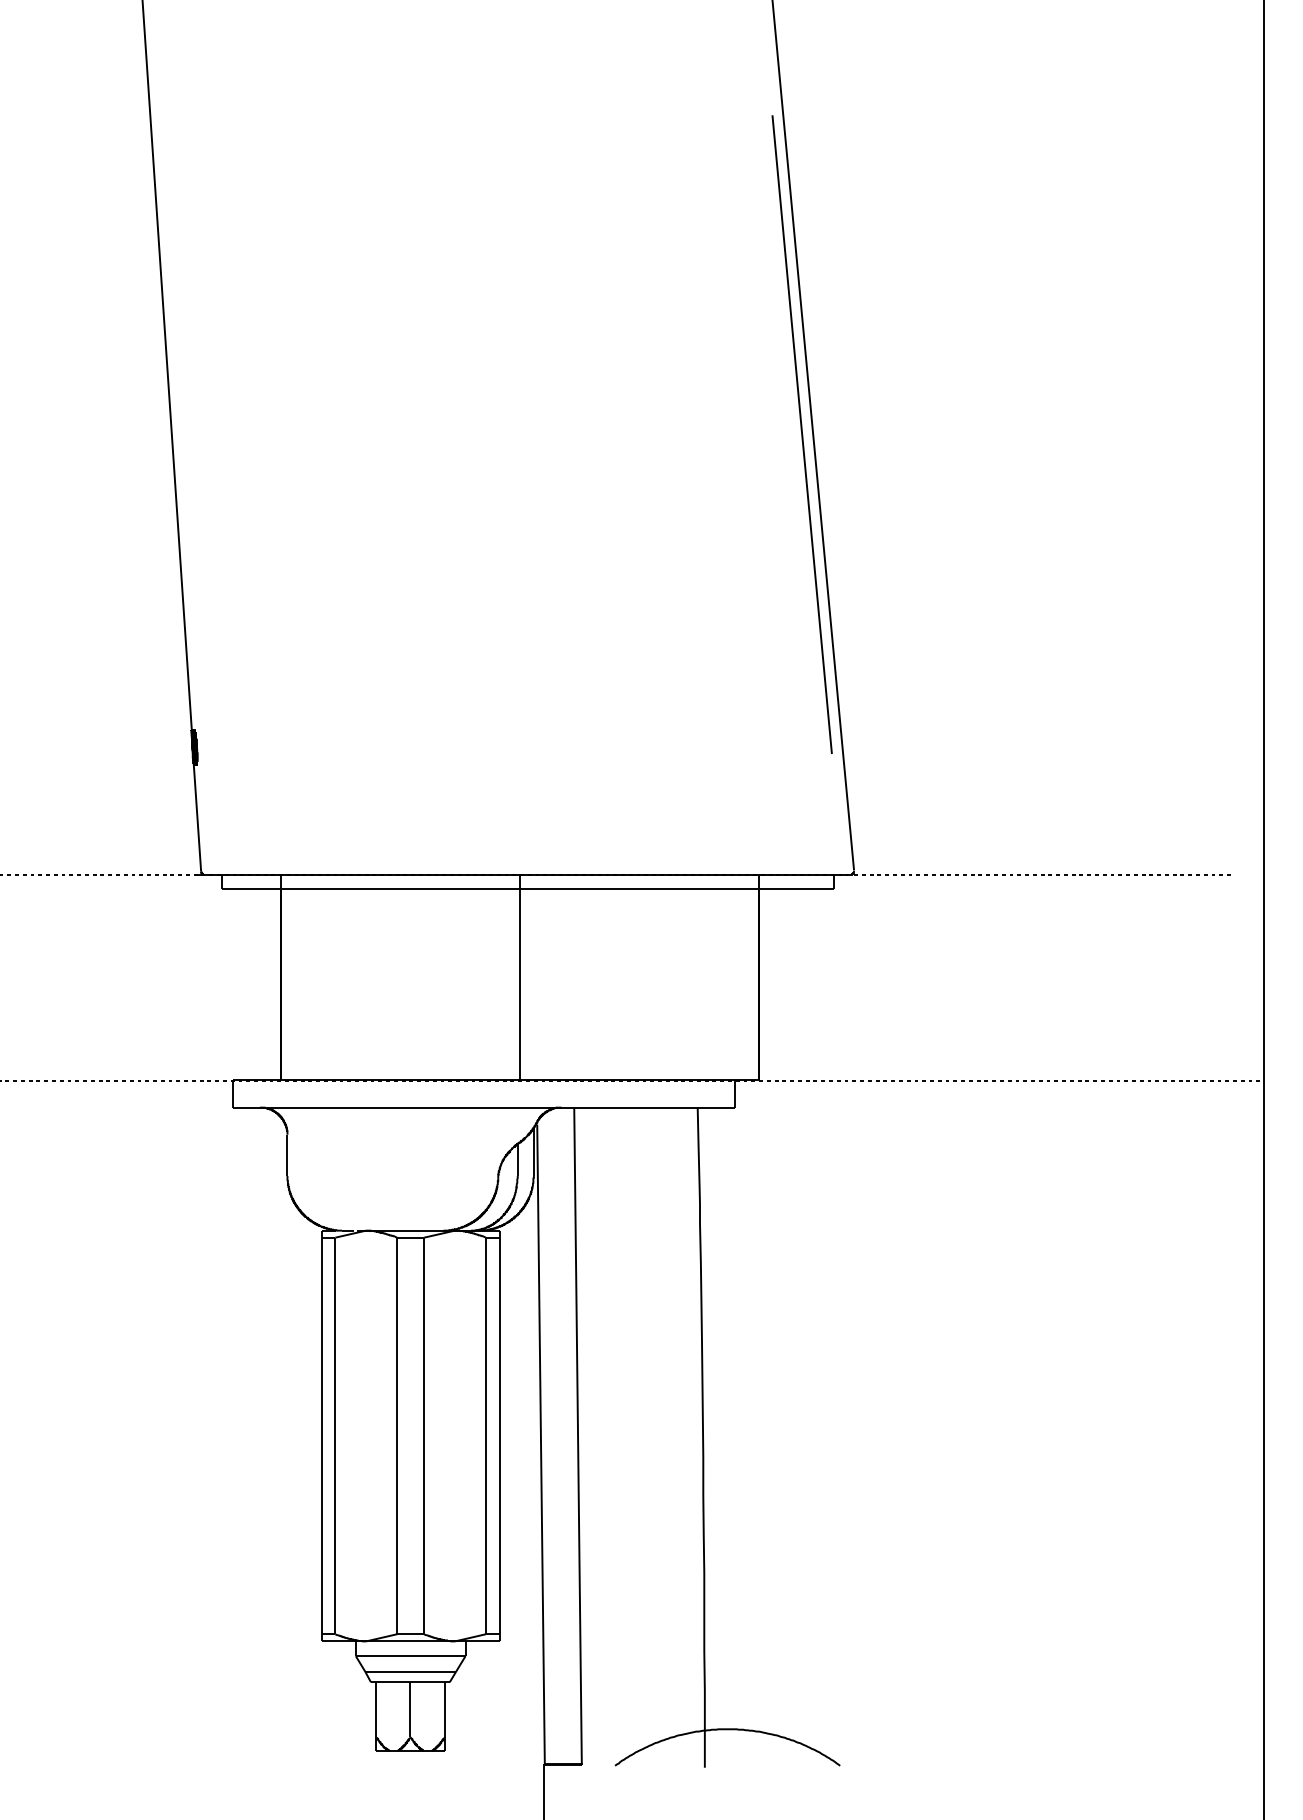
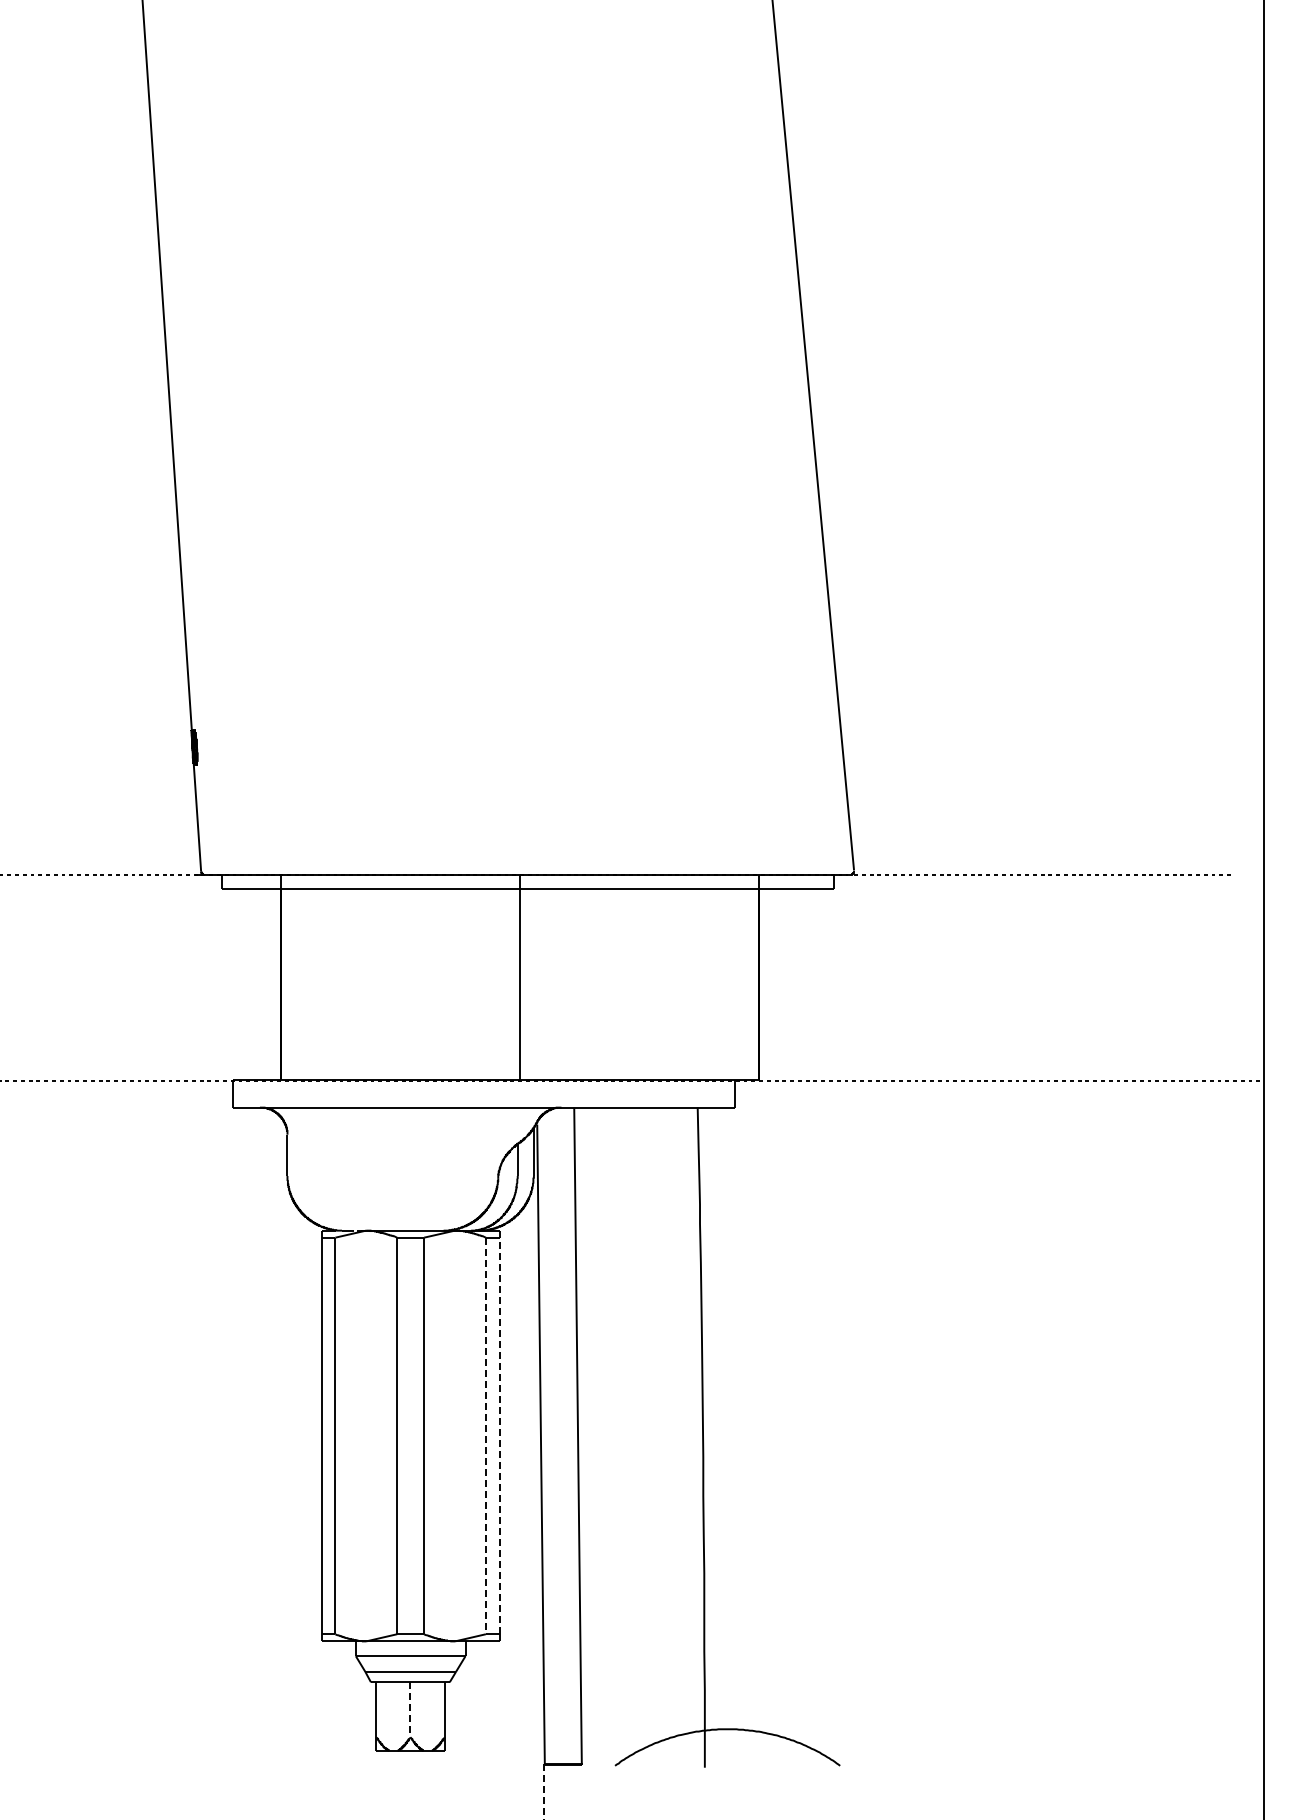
line at (801, 434): present -> none
line at (499, 1435): solid -> dashed
line at (485, 1436): solid -> dashed
line at (410, 1709): solid -> dashed
line at (544, 1792): solid -> dashed
